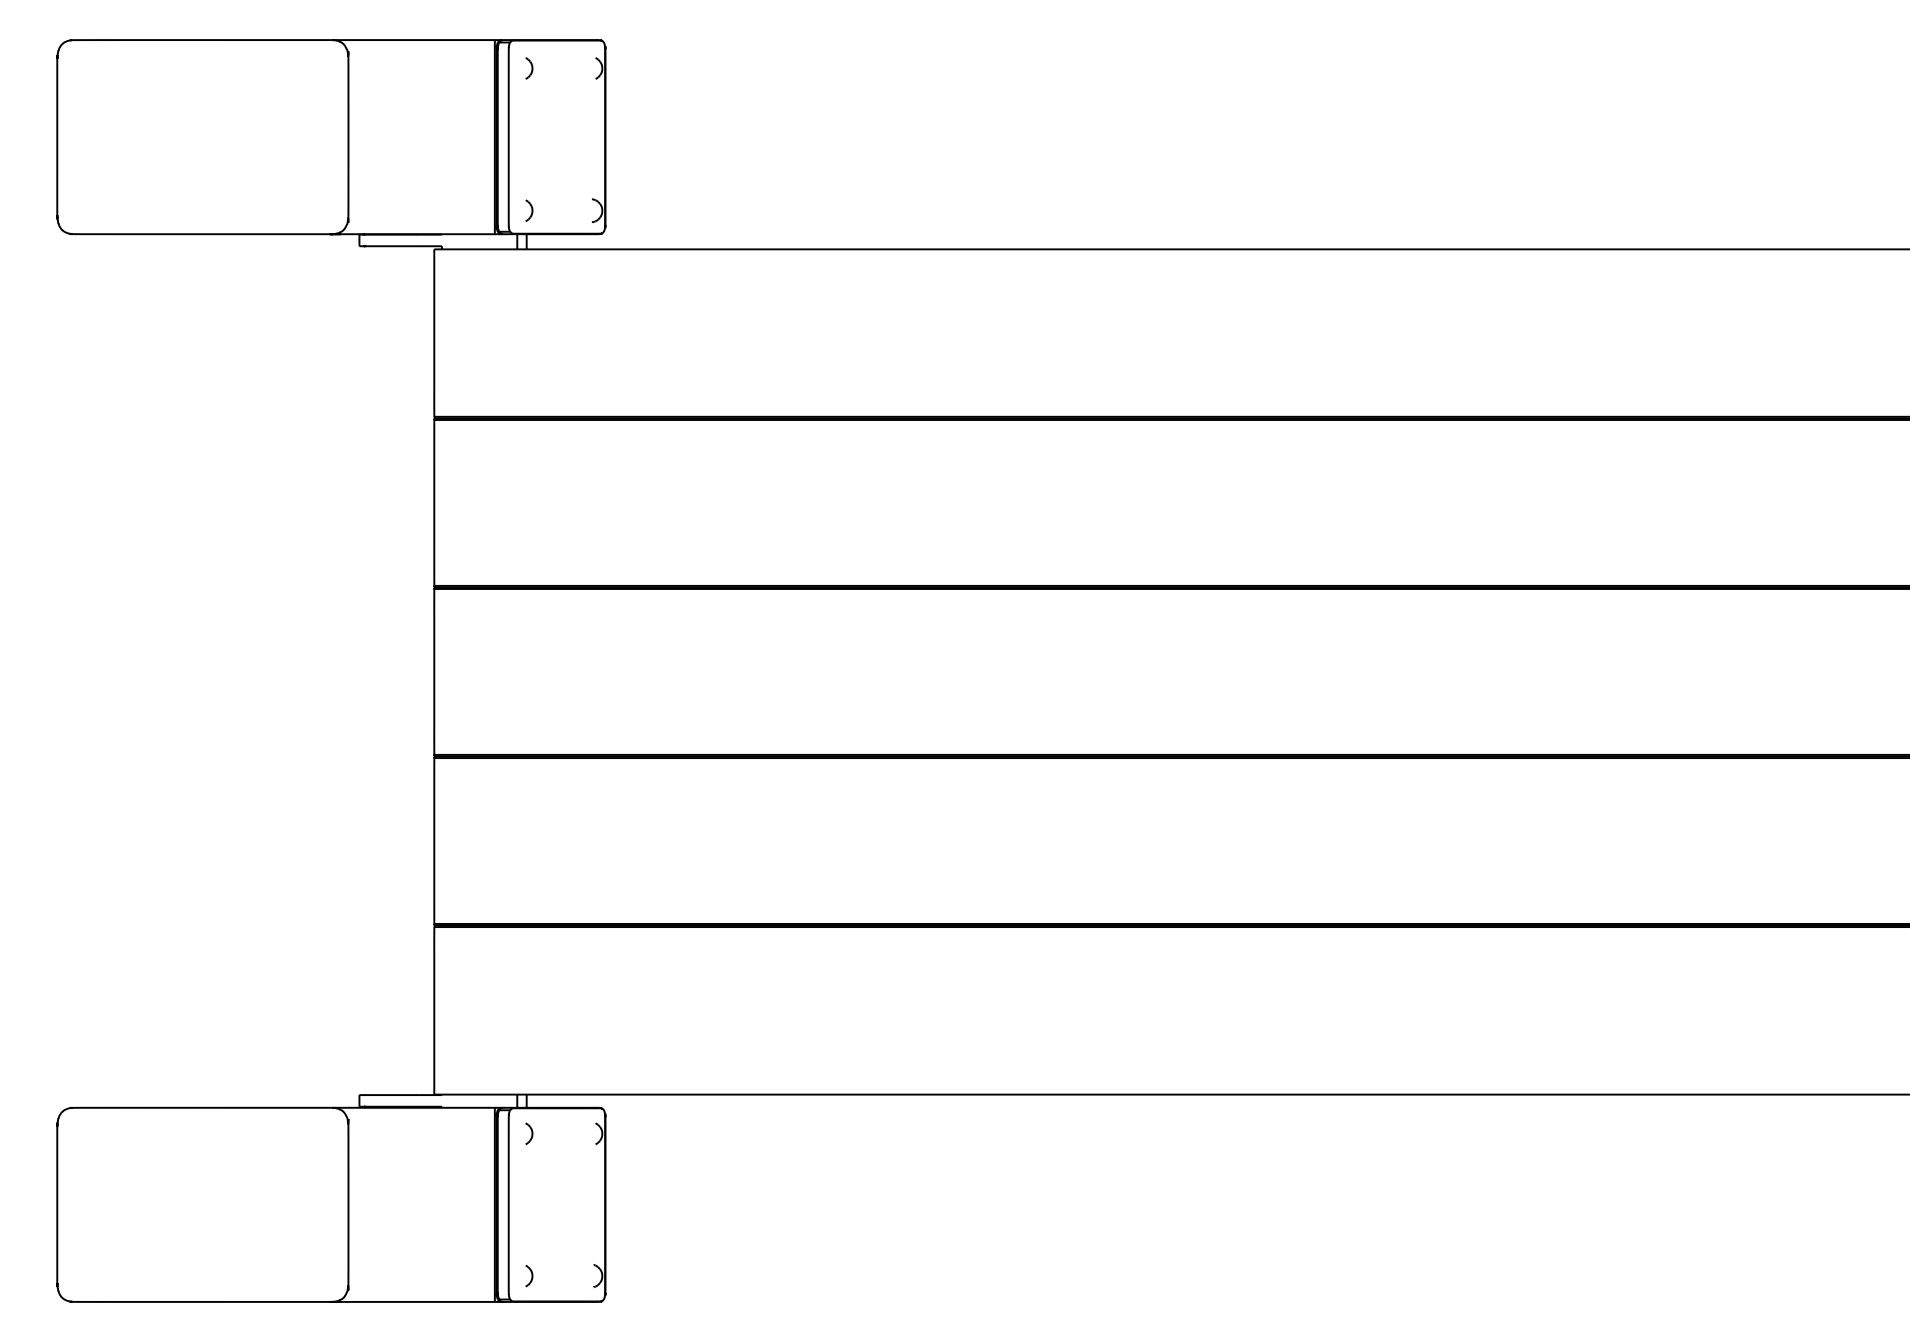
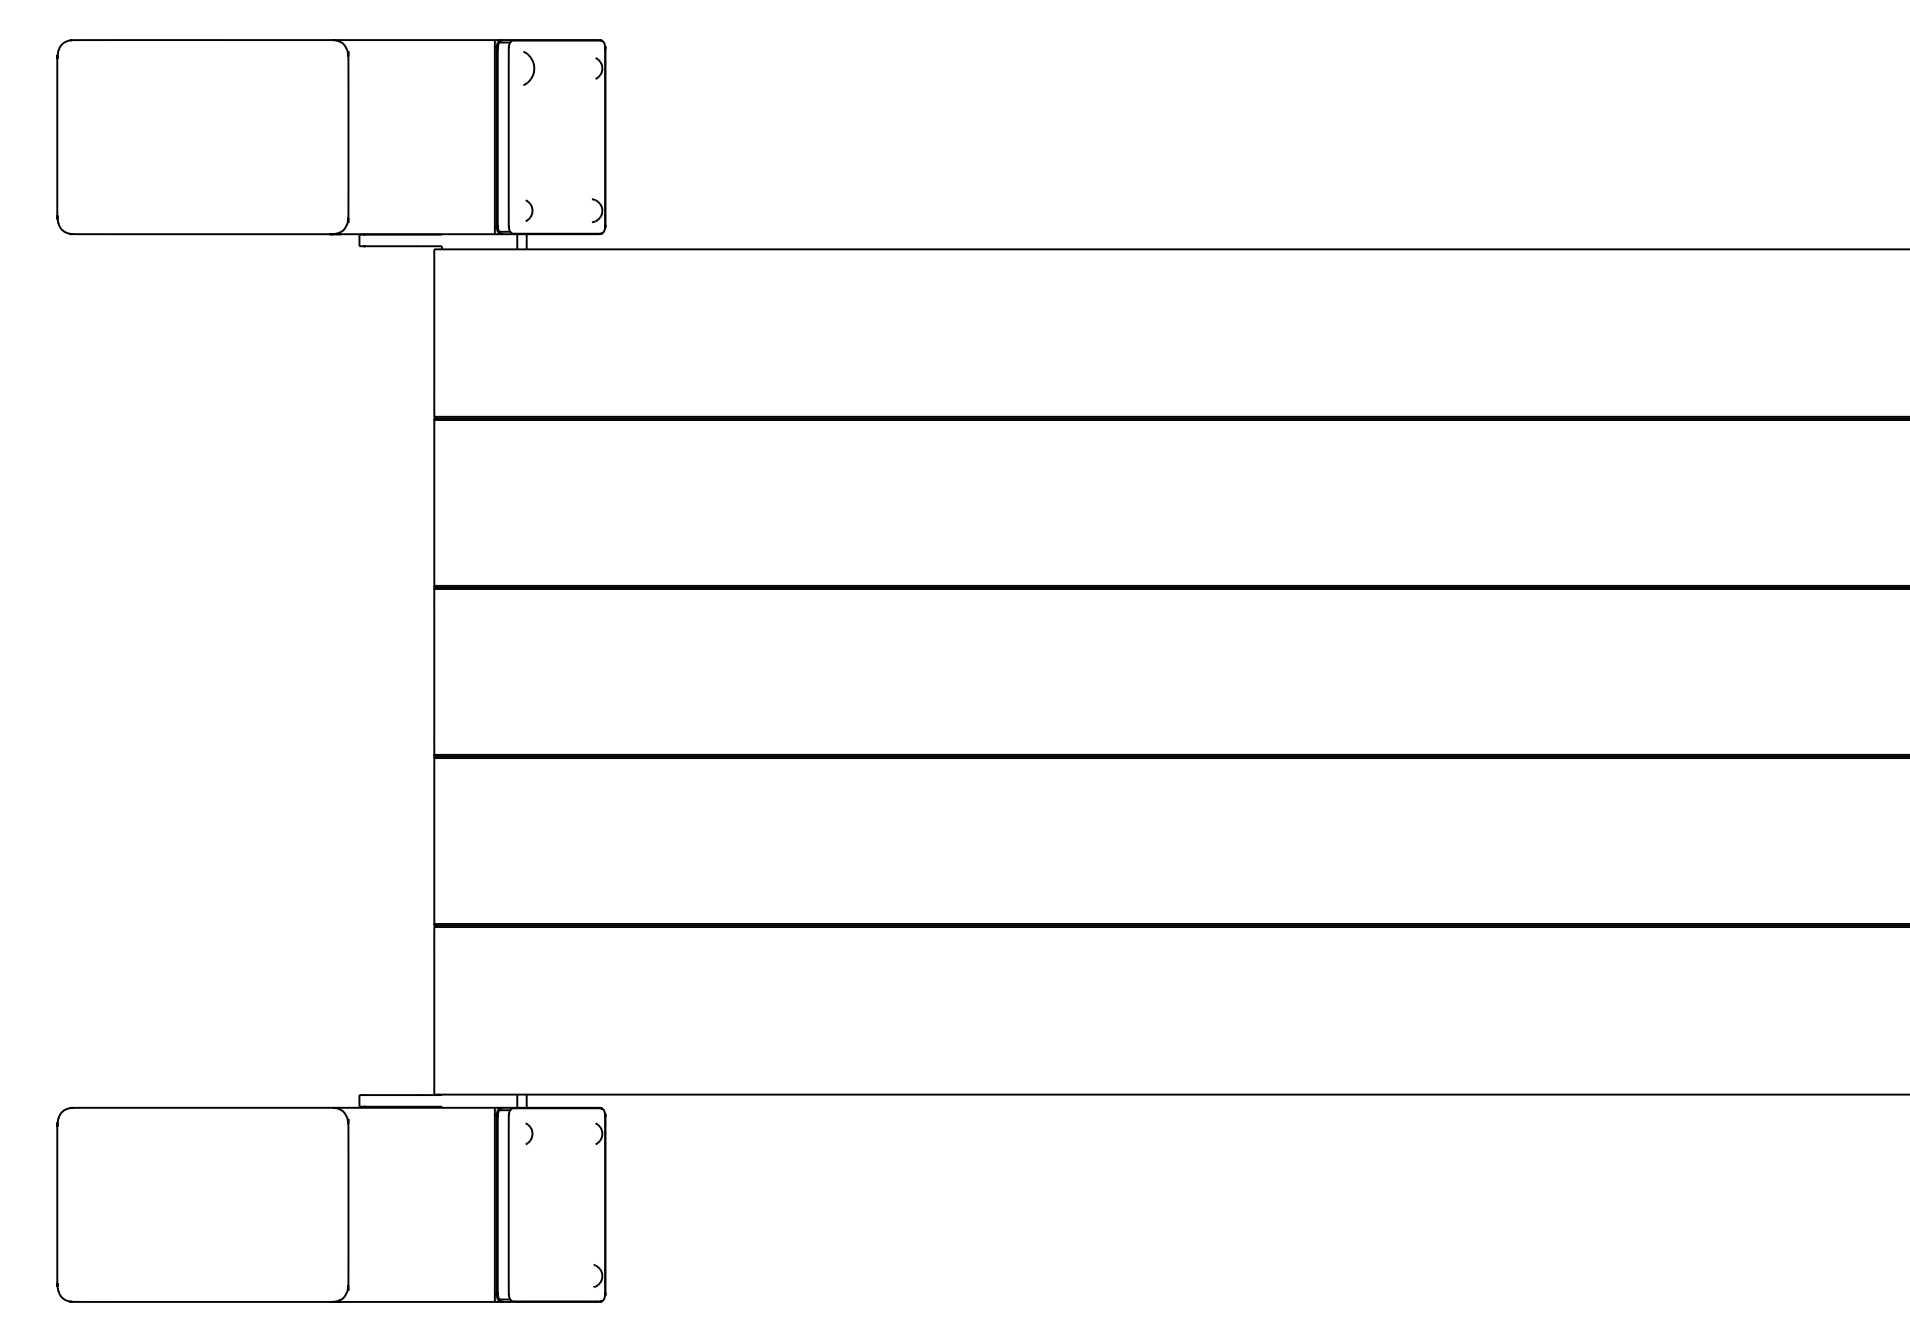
part at (529, 68) size: 9x23 px -> 13x35 px
part at (529, 1275): present -> none
